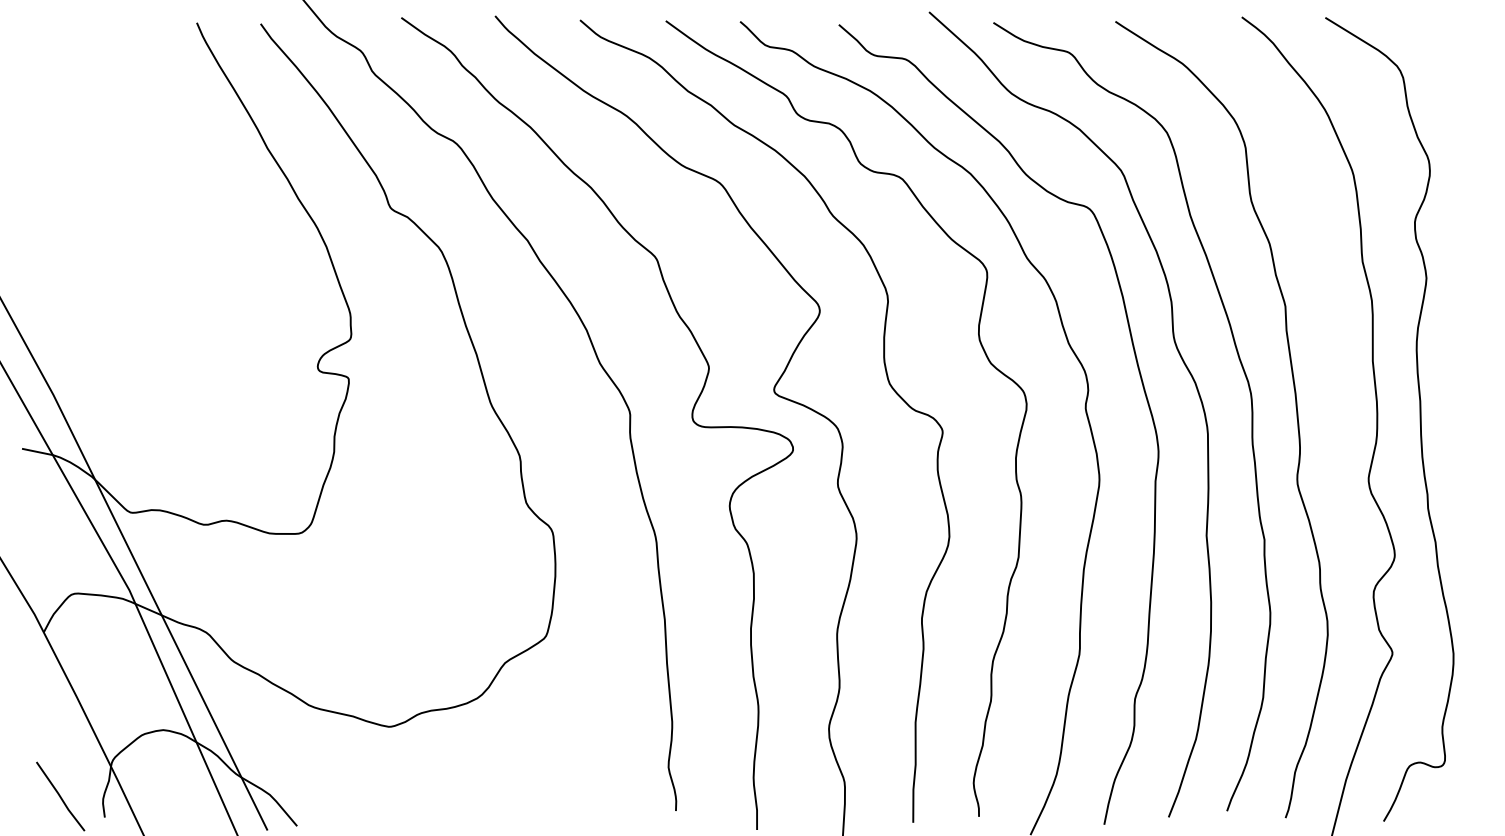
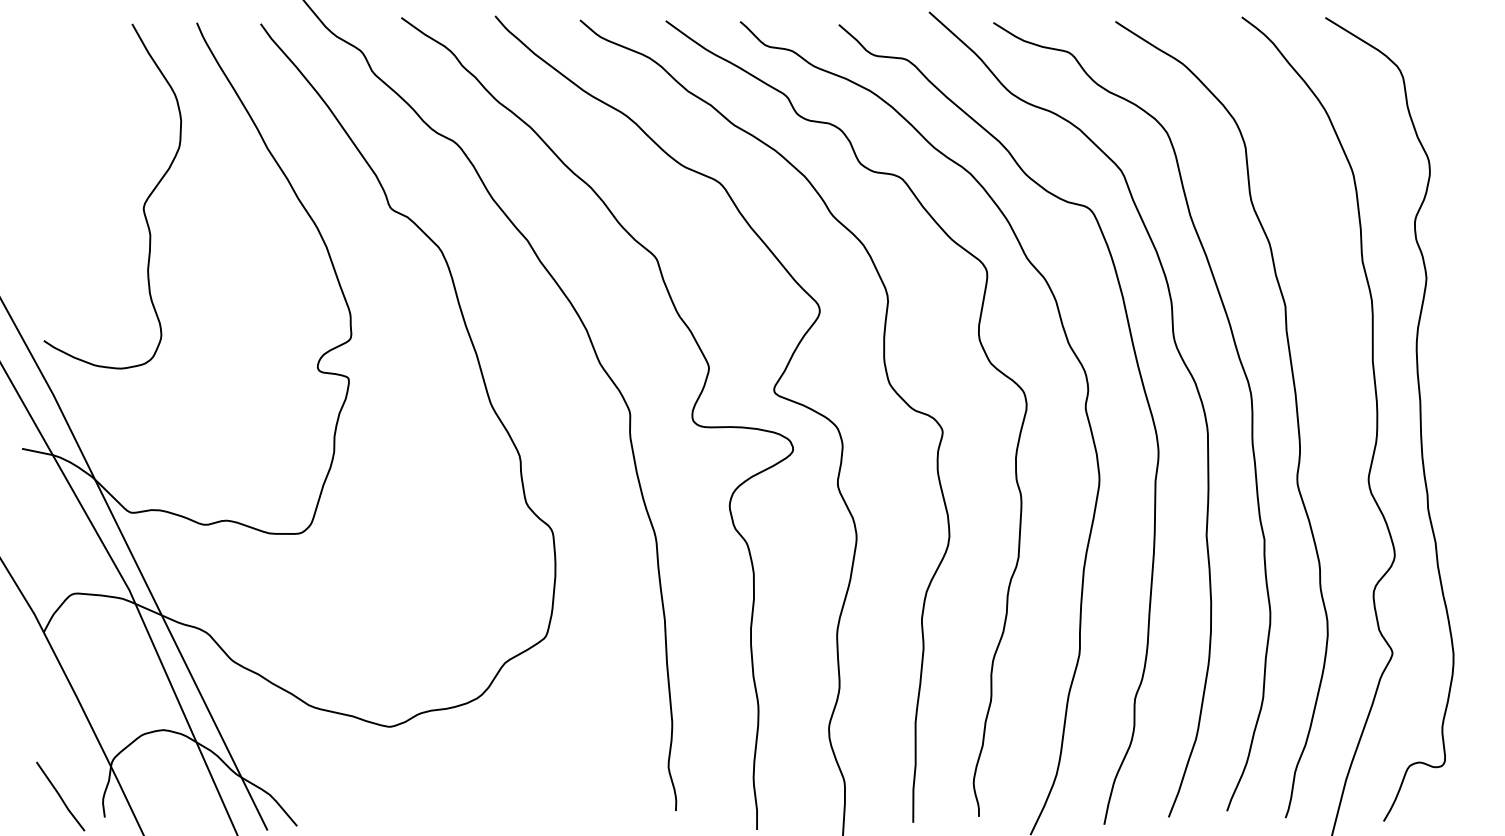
curve at (143, 204): none -> present
